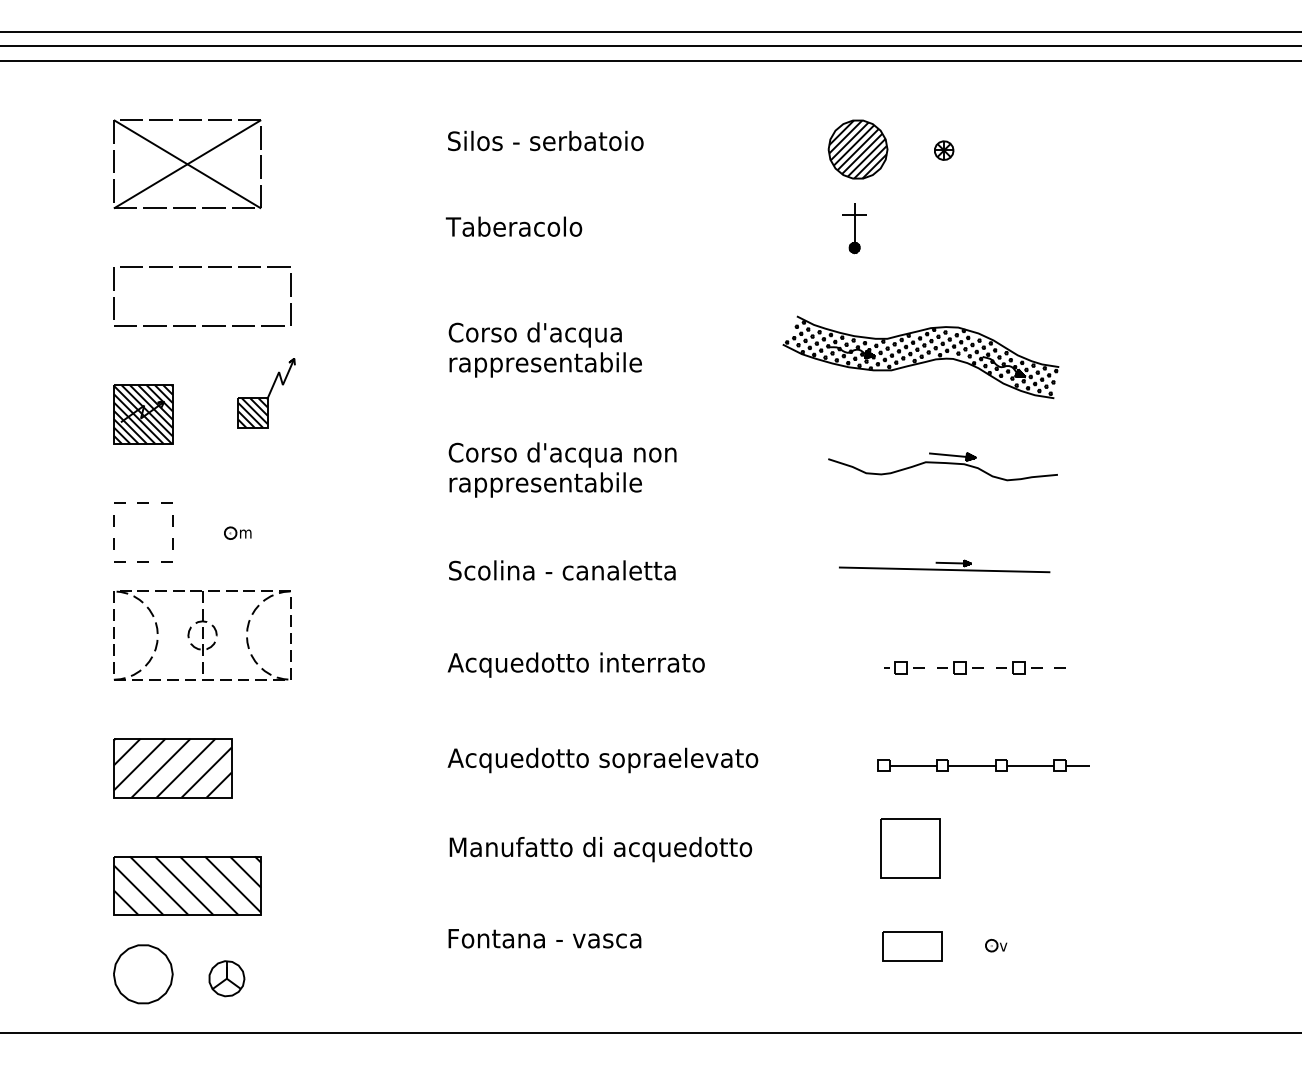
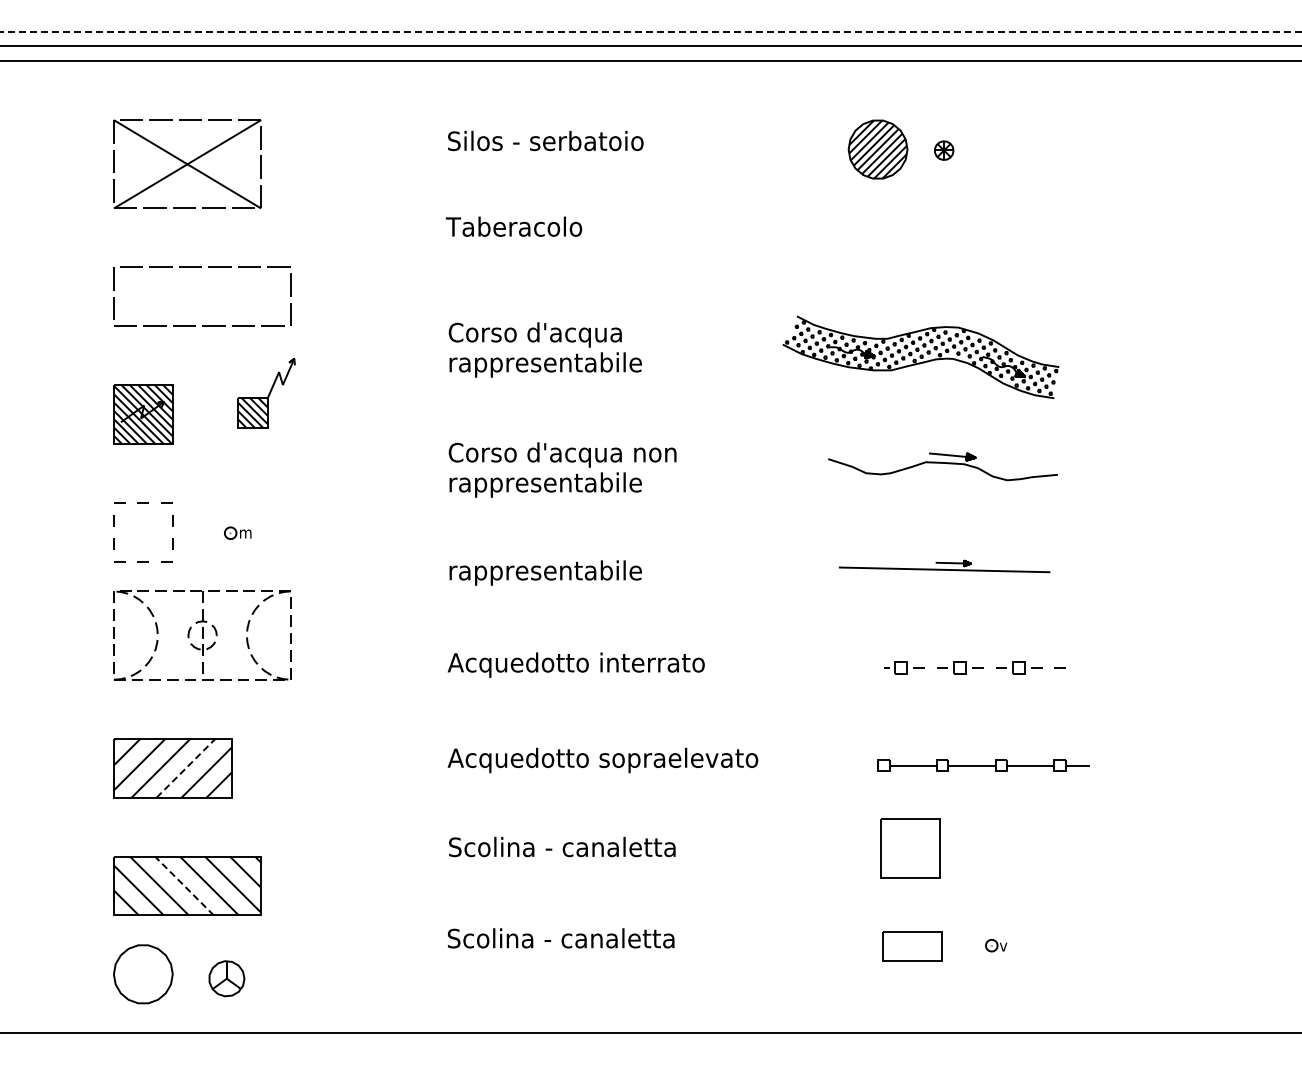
line at (651, 31): solid -> dashed
part at (857, 149) position: (857, 149) -> (877, 149)
part at (854, 228): present -> none
text at (562, 572): Scolina - canaletta -> rappresentabile
line at (186, 768): solid -> dashed
text at (600, 849): Manufatto di acquedotto -> Scolina - canaletta
line at (184, 885): solid -> dashed
text at (560, 938): Fontana - vasca -> Scolina - canaletta
